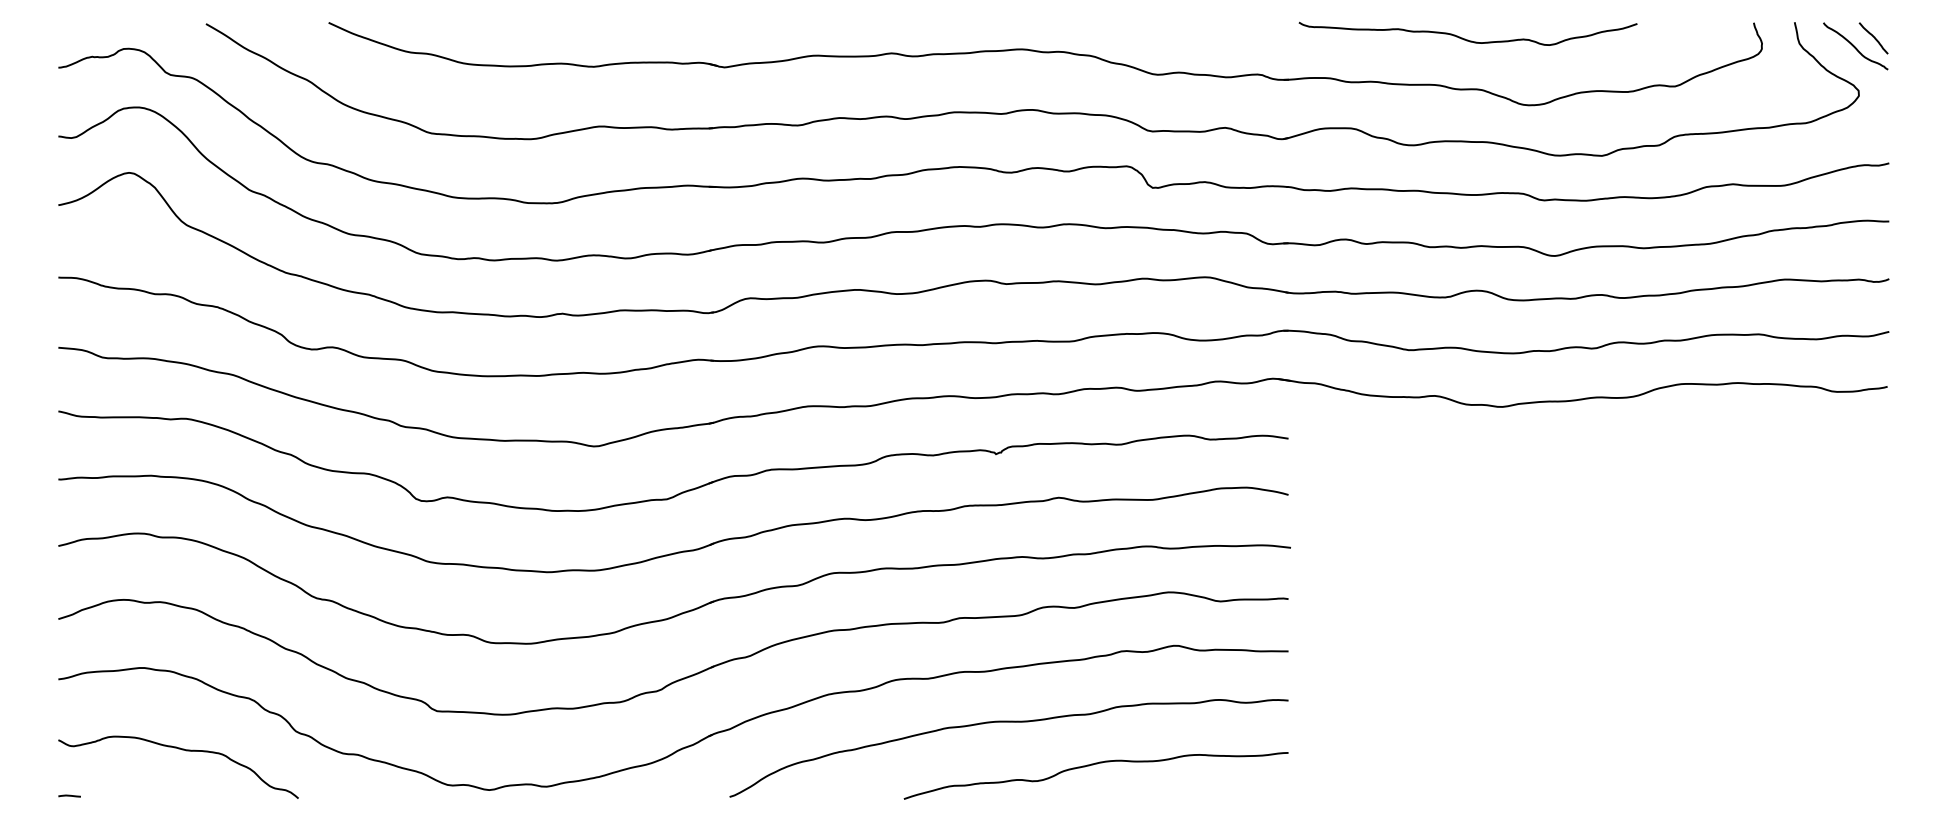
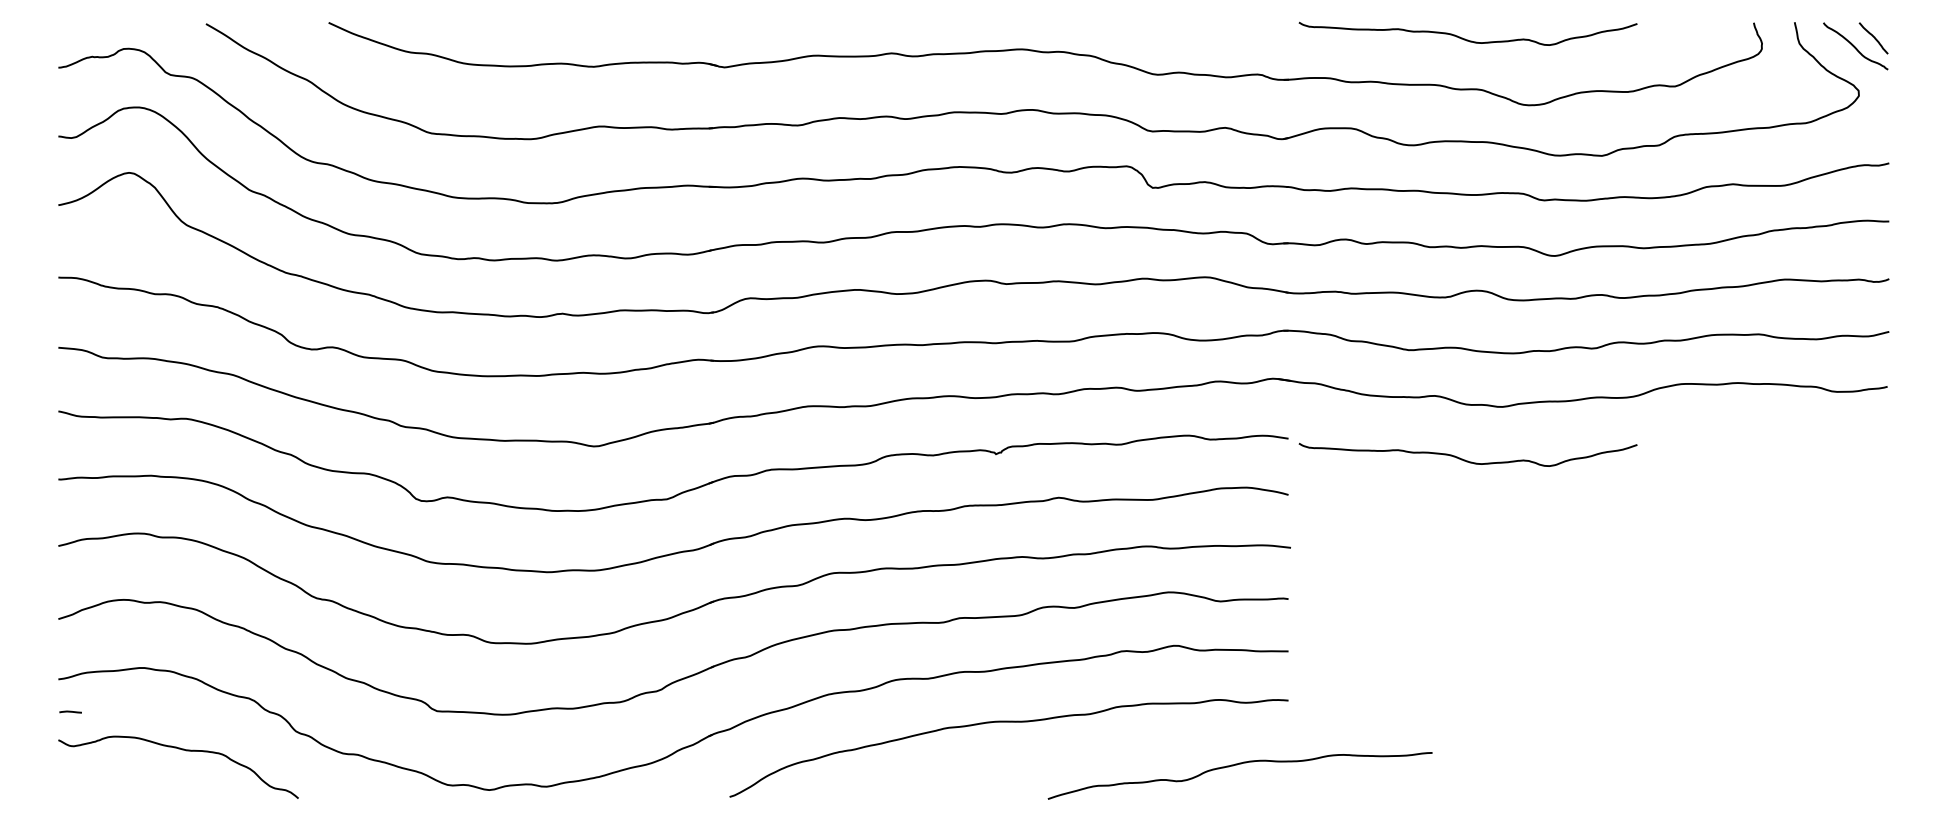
curve at (1465, 459): none -> present
curve at (1093, 765) position: (1093, 765) -> (1237, 765)
line at (69, 795) position: (69, 795) -> (70, 711)
